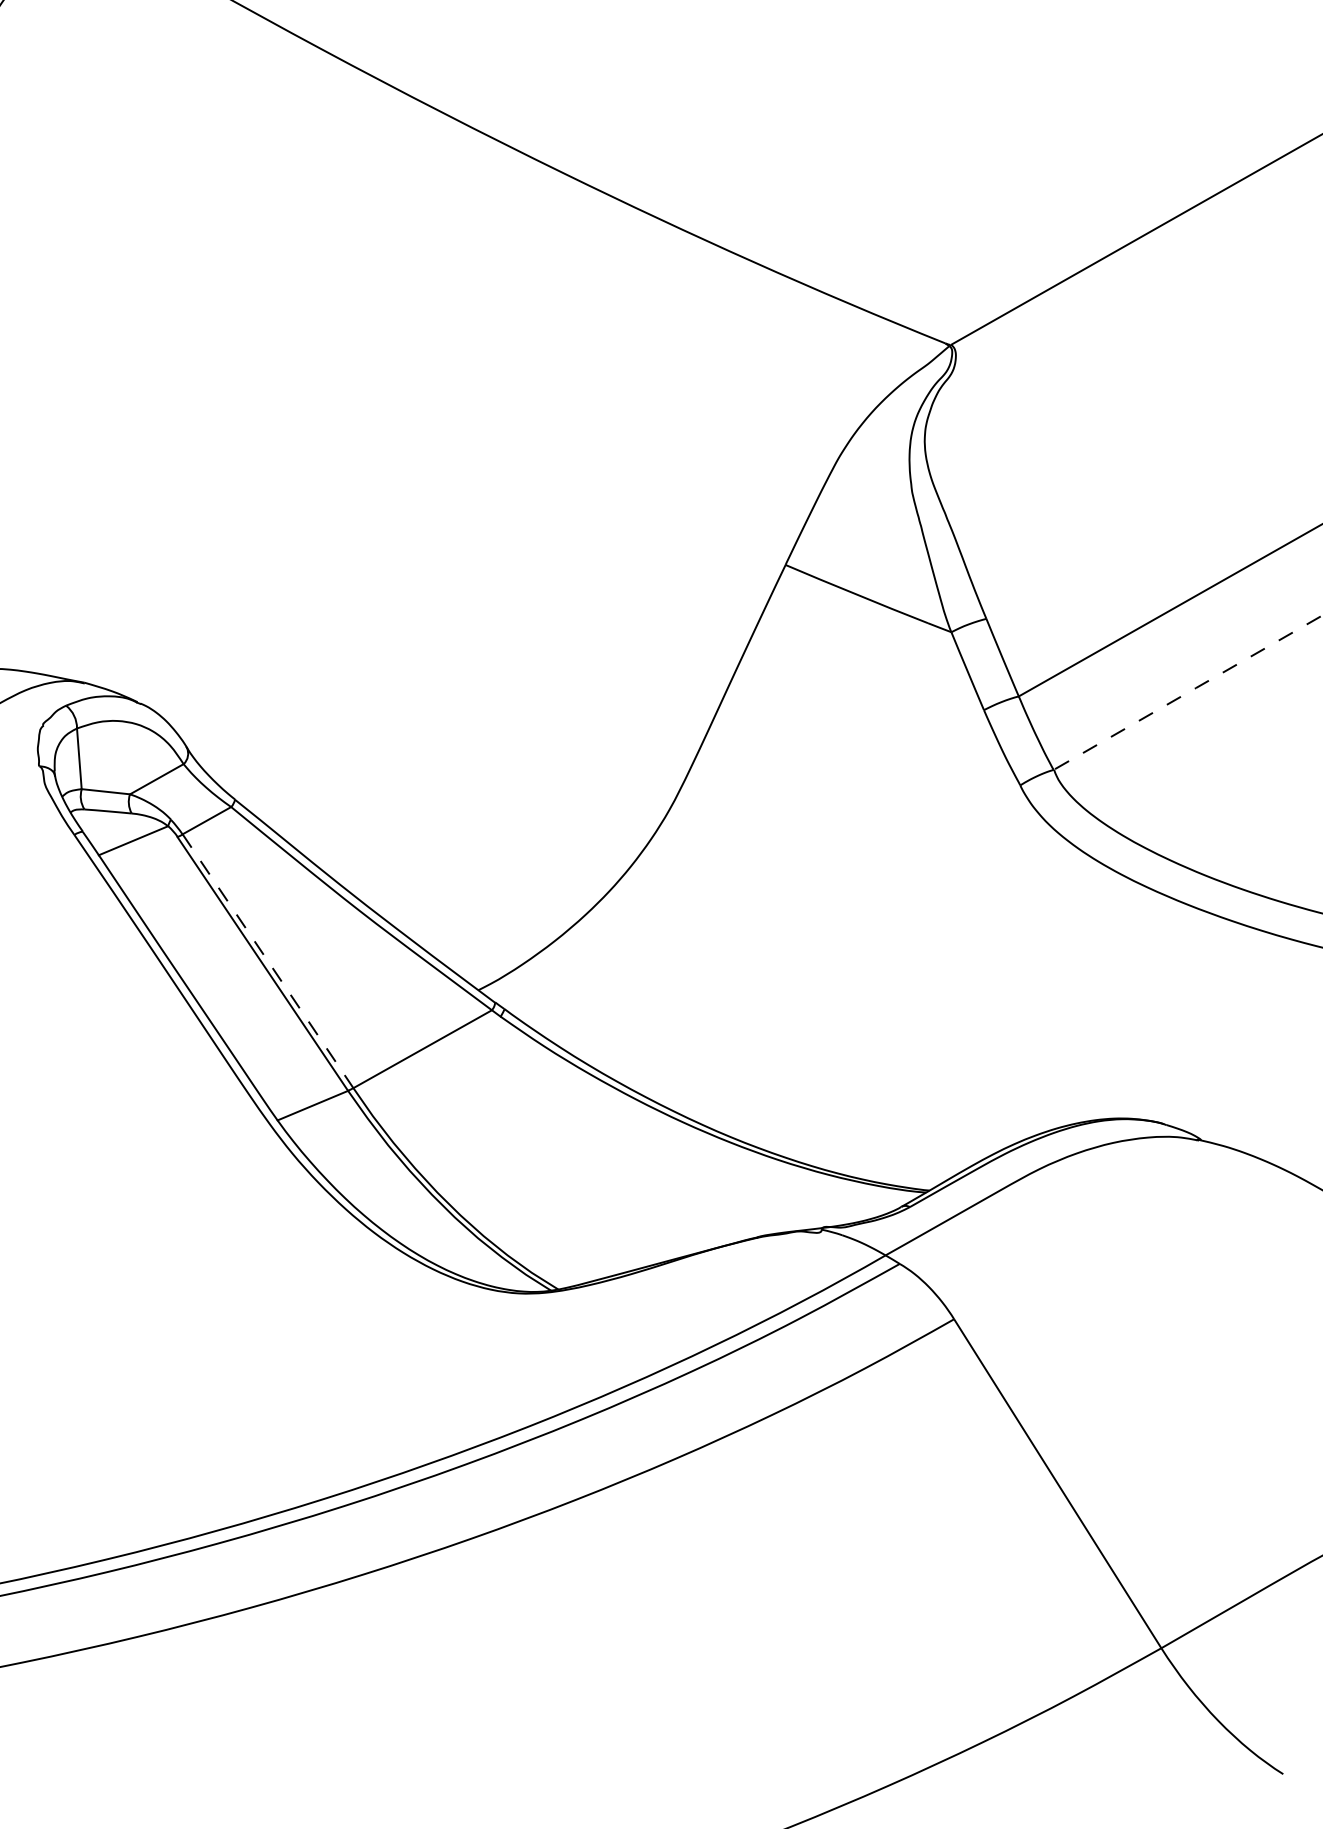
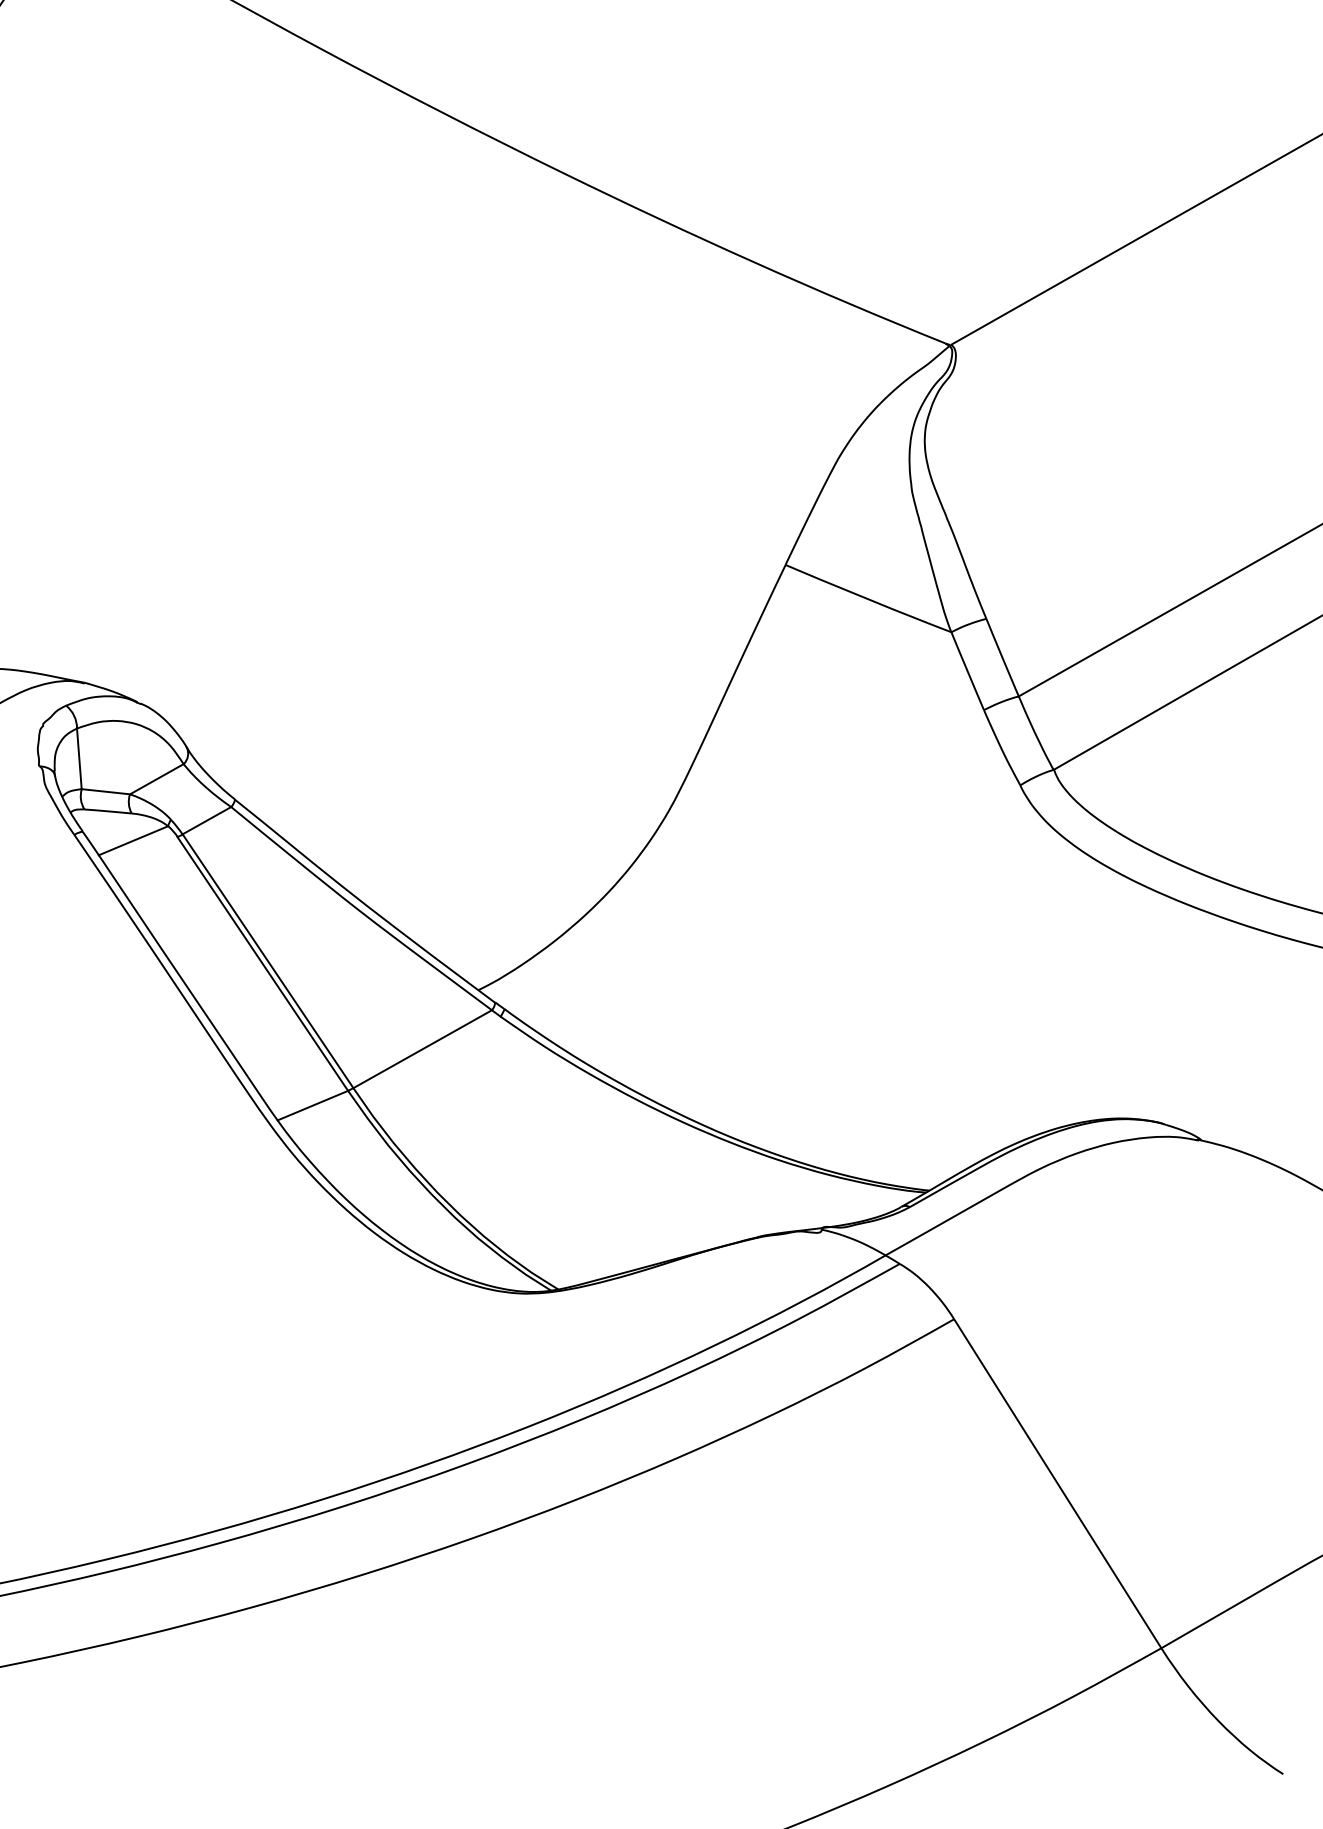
line at (1188, 692): dashed -> solid
line at (268, 961): dashed -> solid
